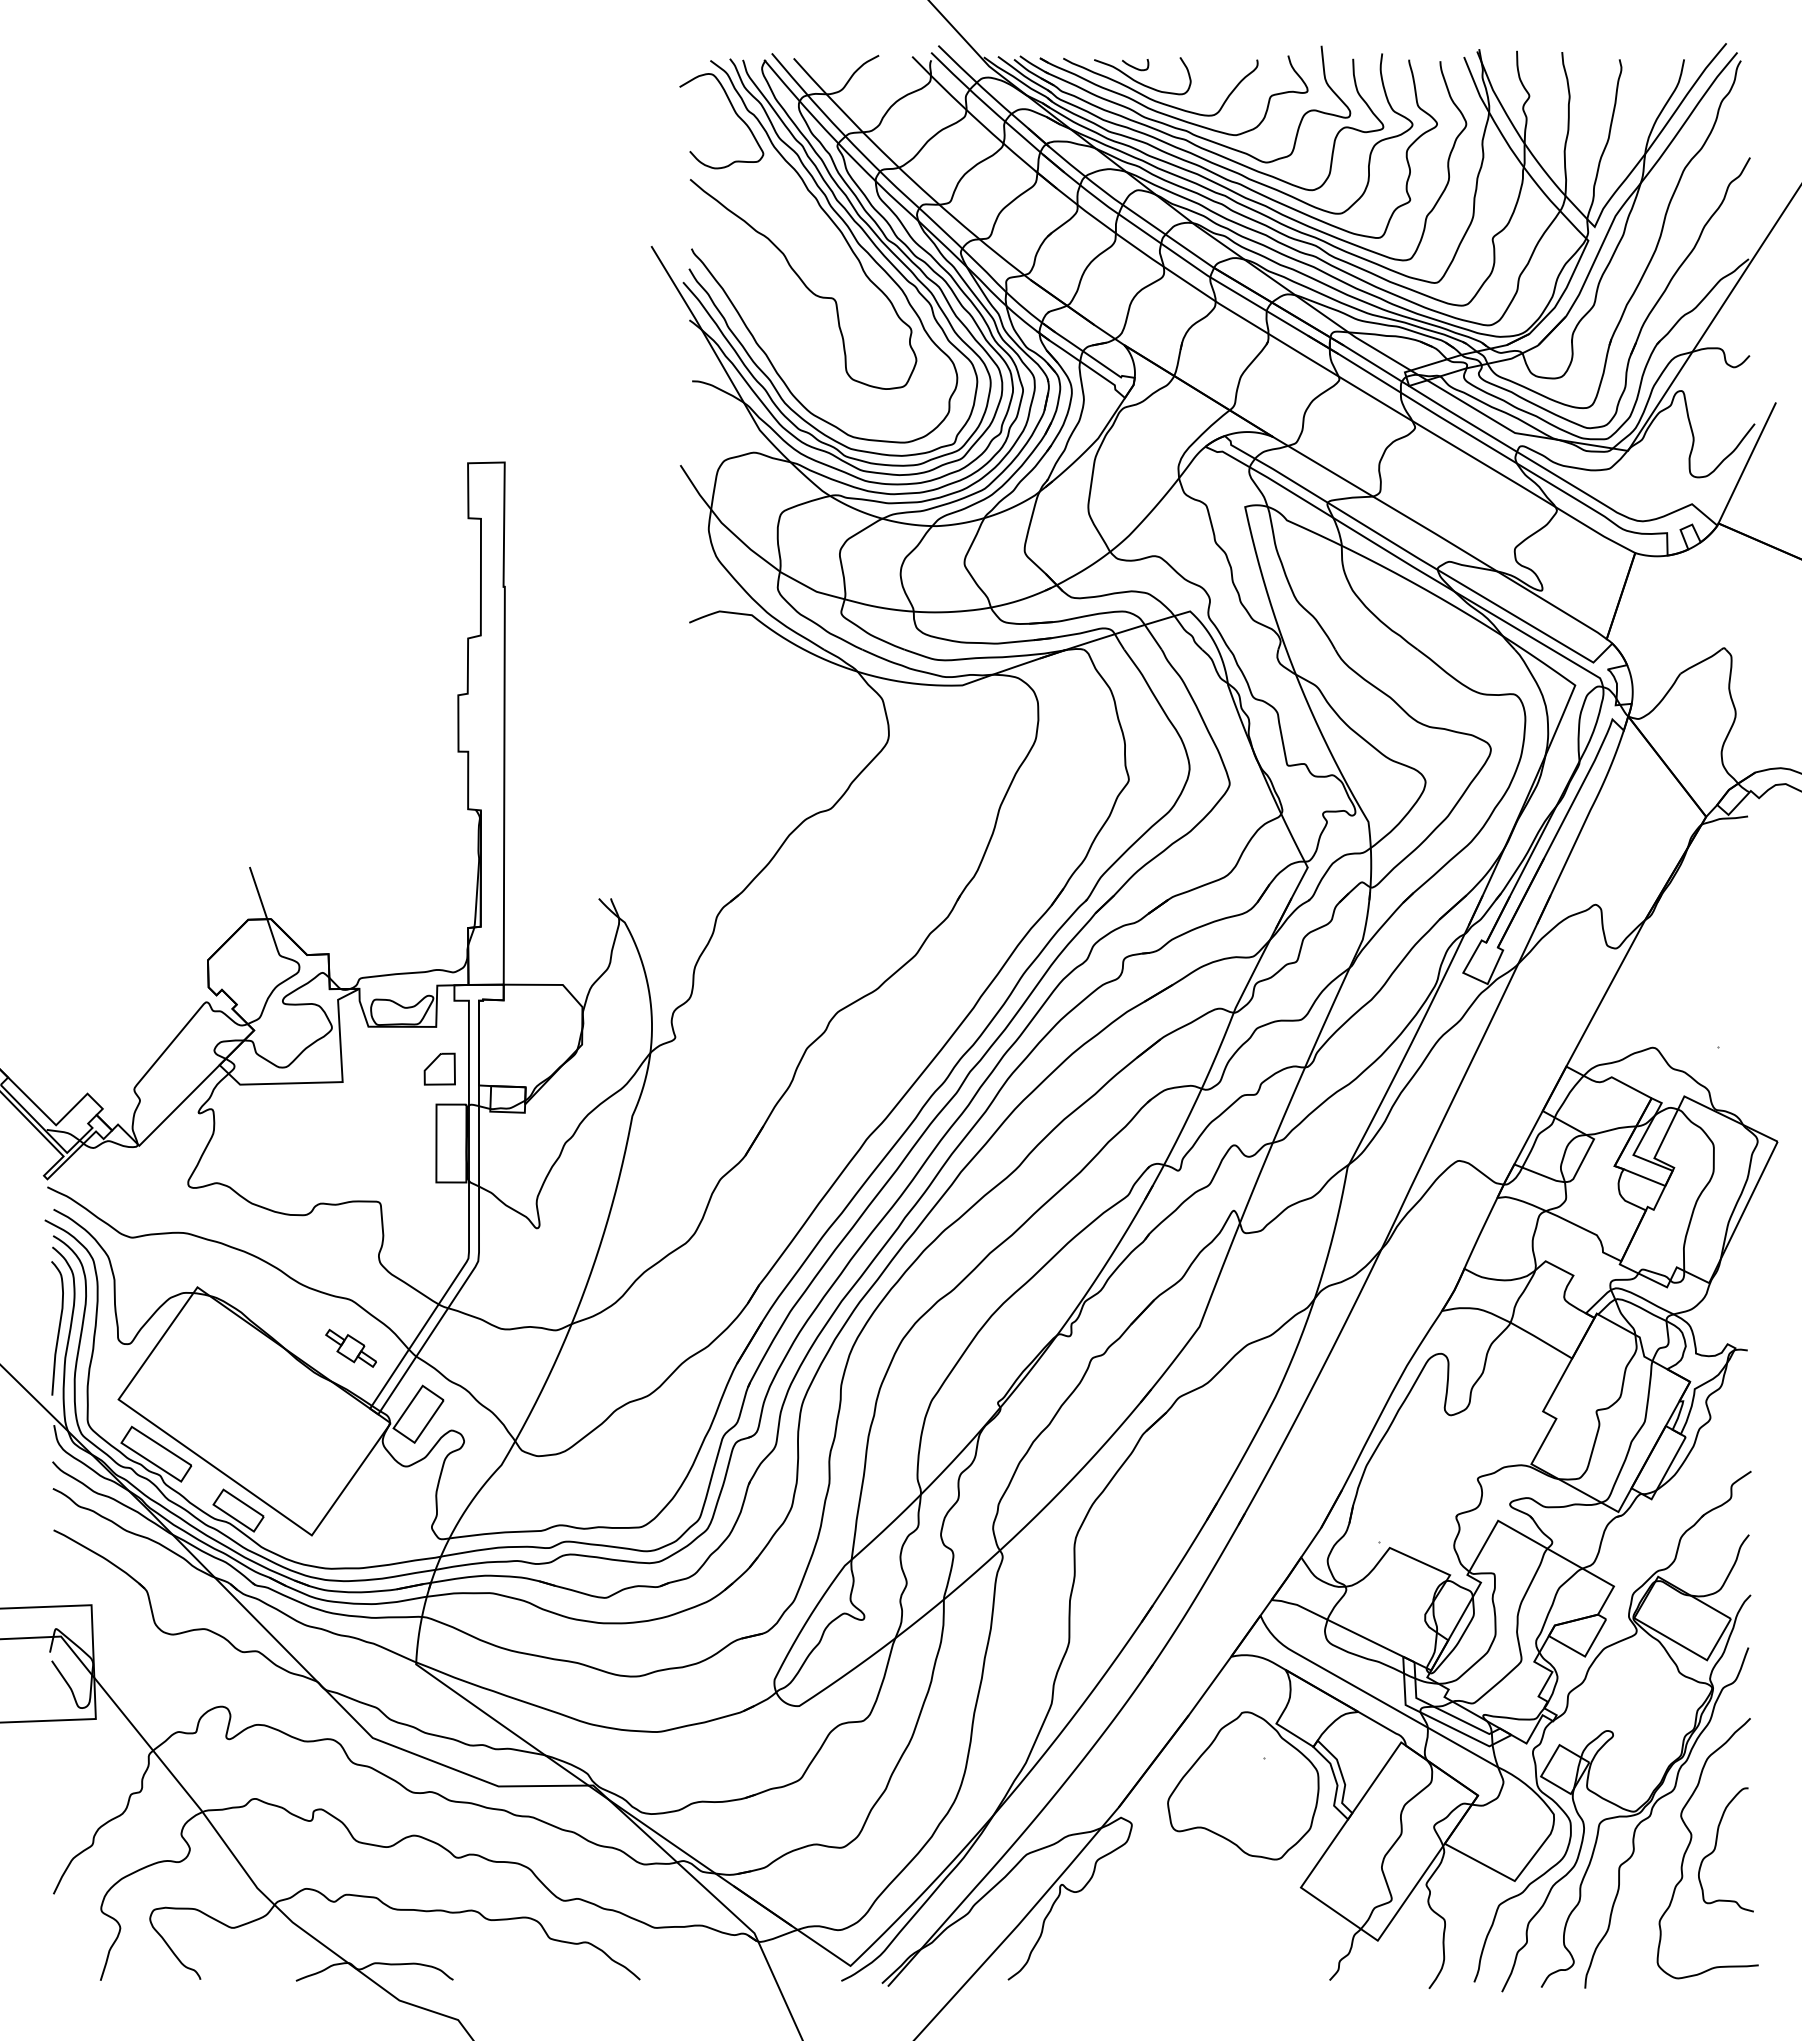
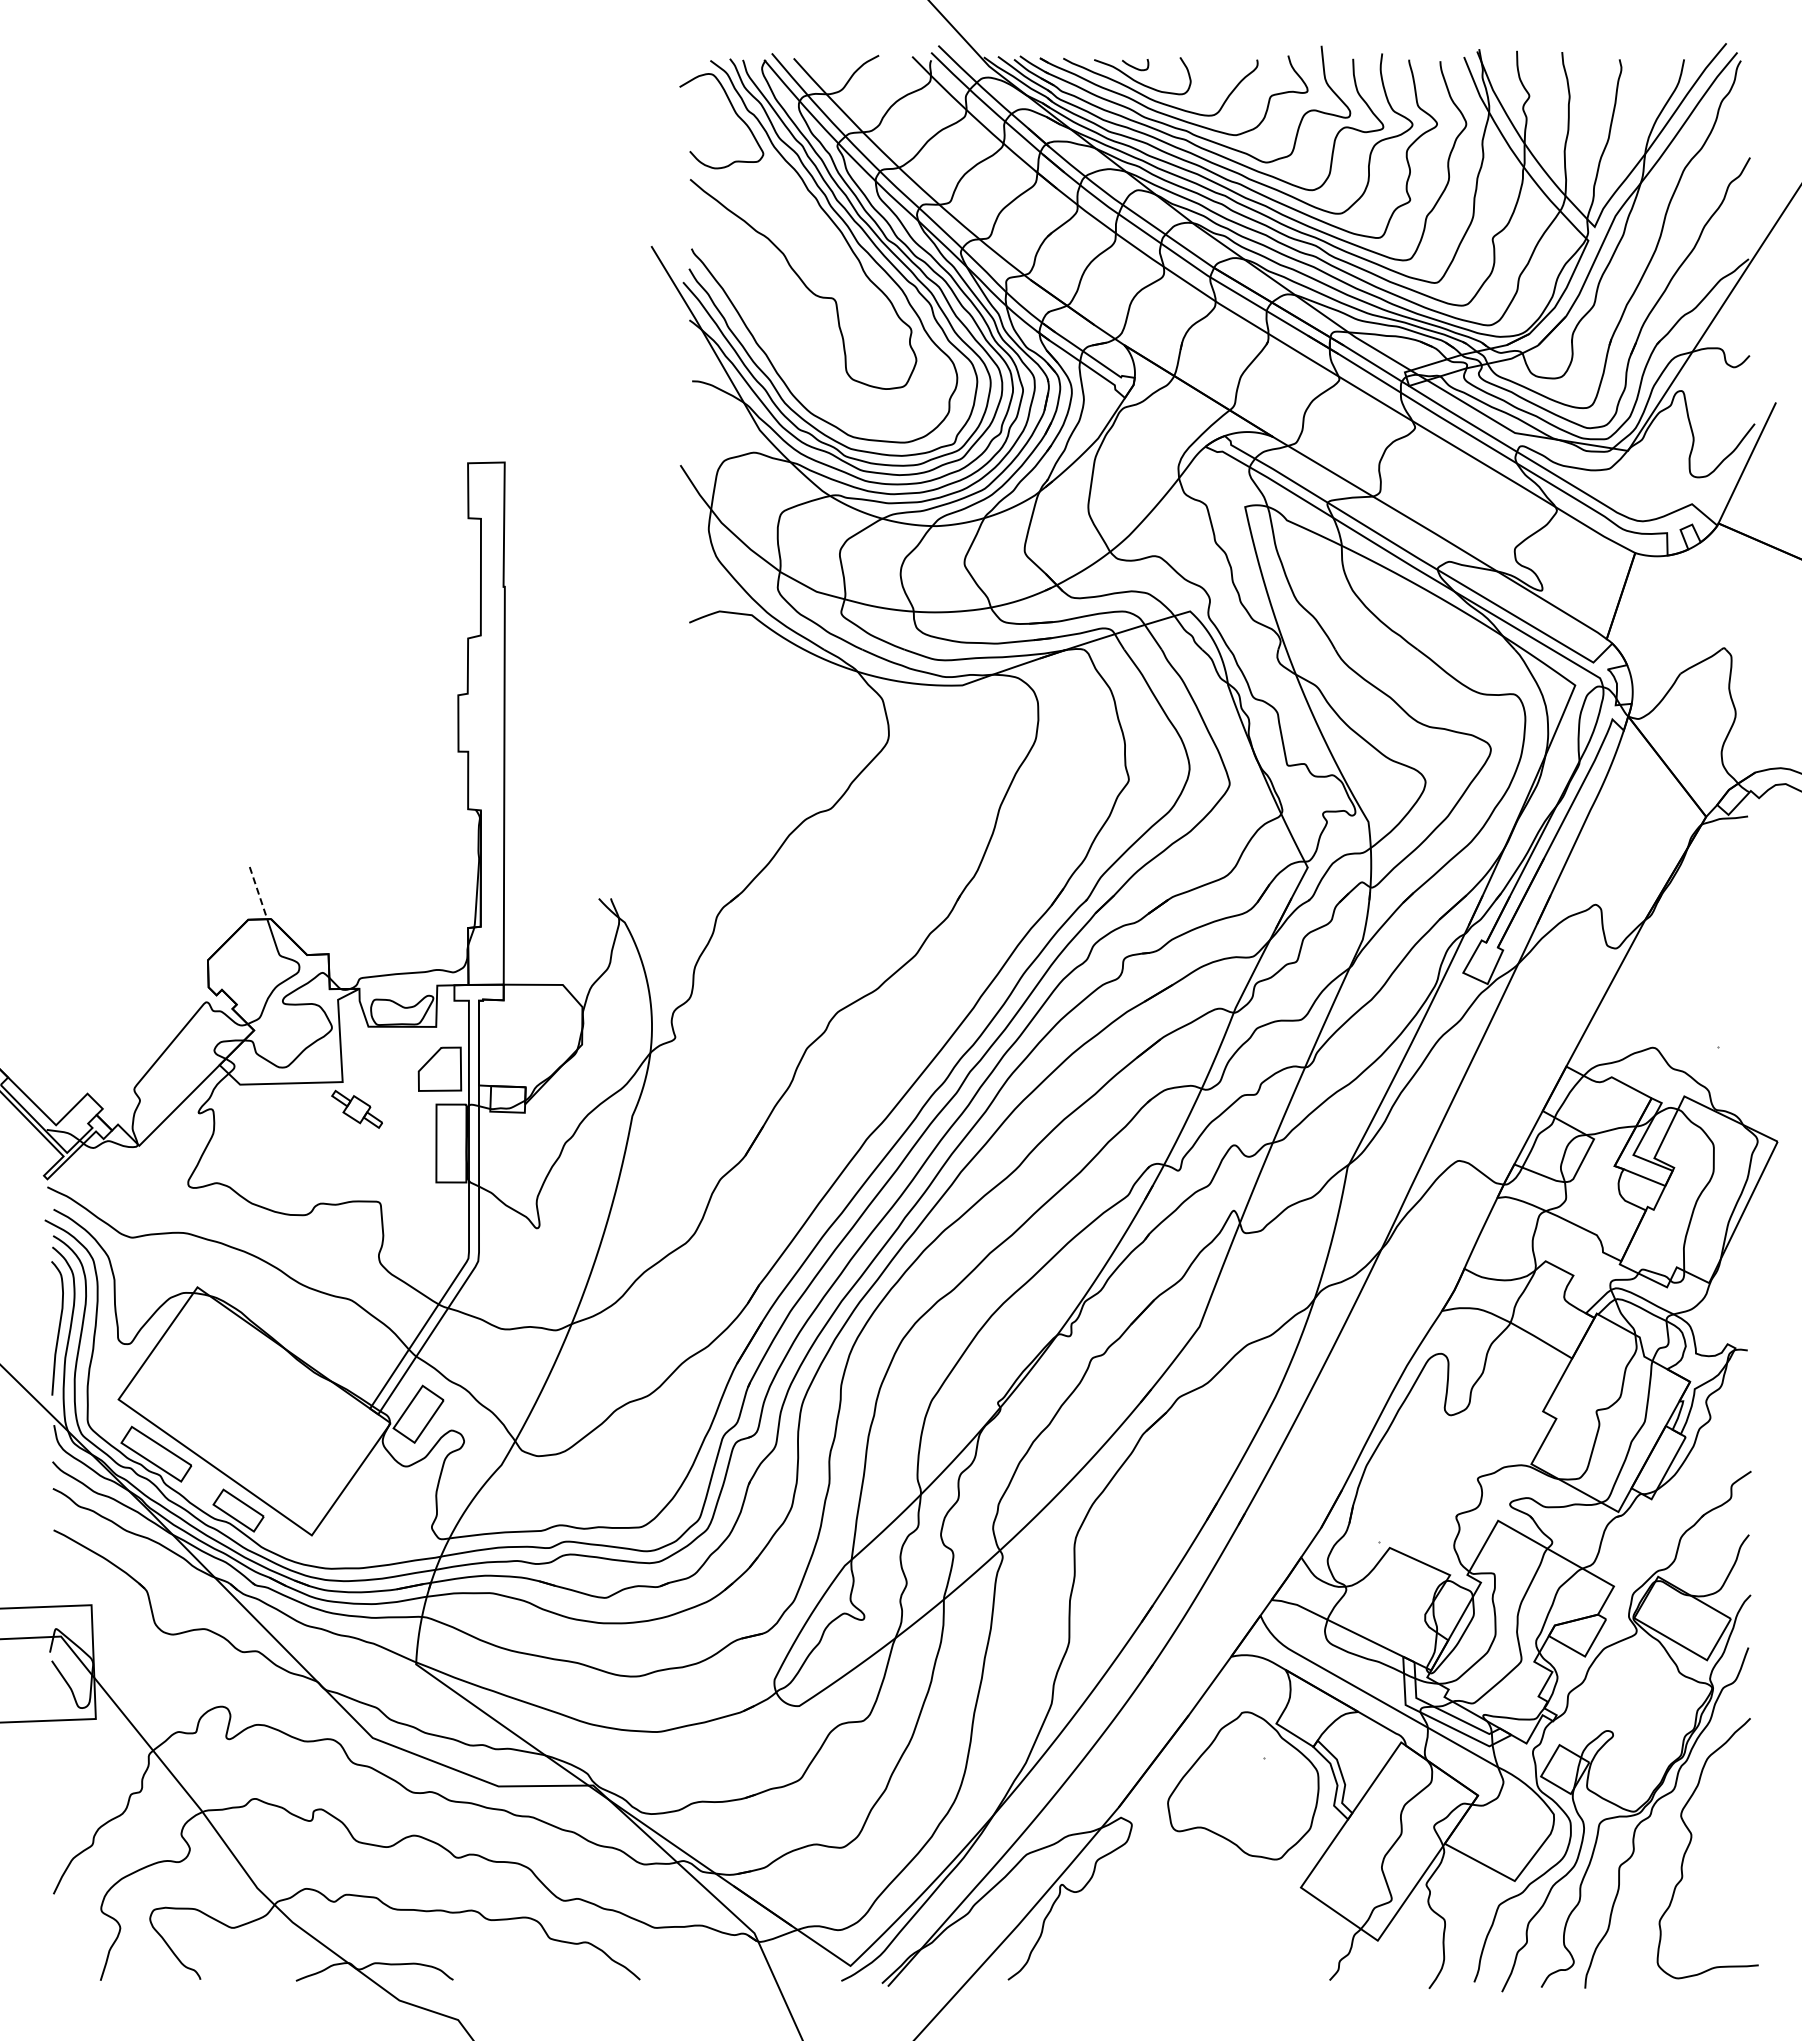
line at (258, 893): solid -> dashed
part at (439, 1068) size: 33x34 px -> 46x46 px
part at (350, 1347) position: (350, 1347) -> (356, 1108)
curve at (1716, 1847): present -> none
